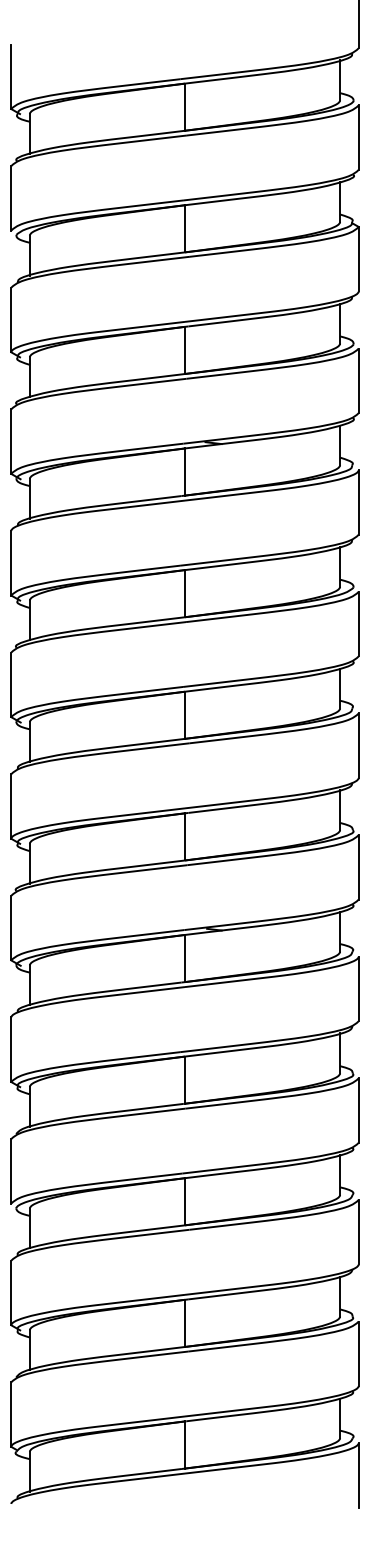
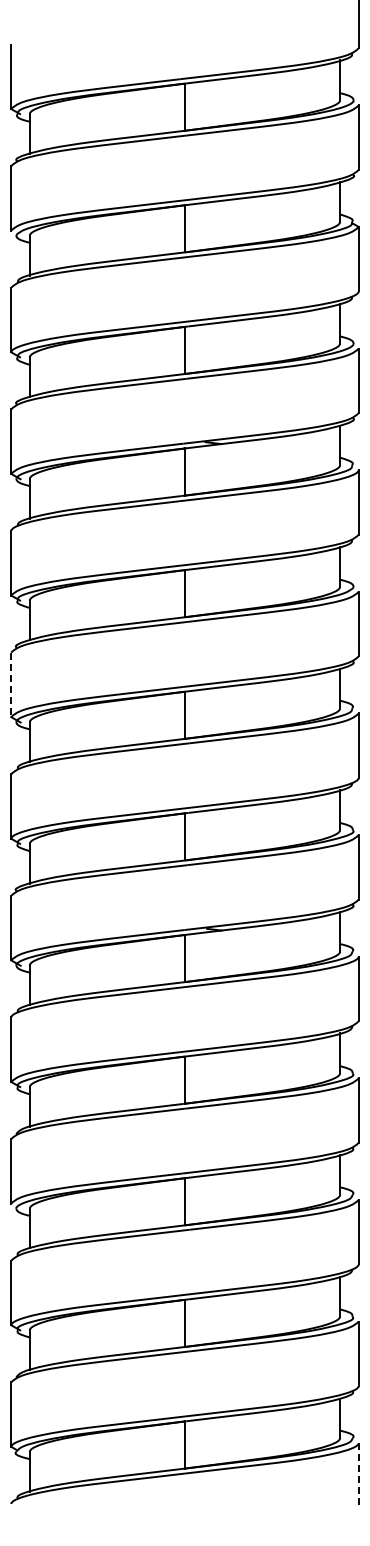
line at (11, 685): solid -> dashed
line at (358, 1475): solid -> dashed
